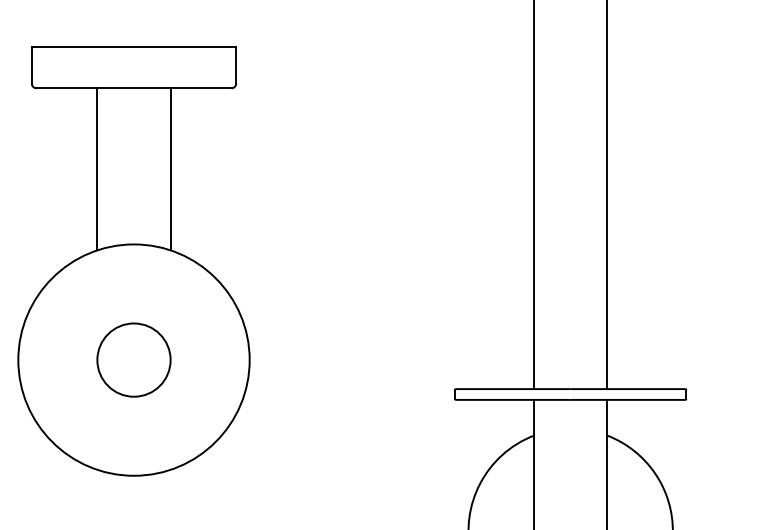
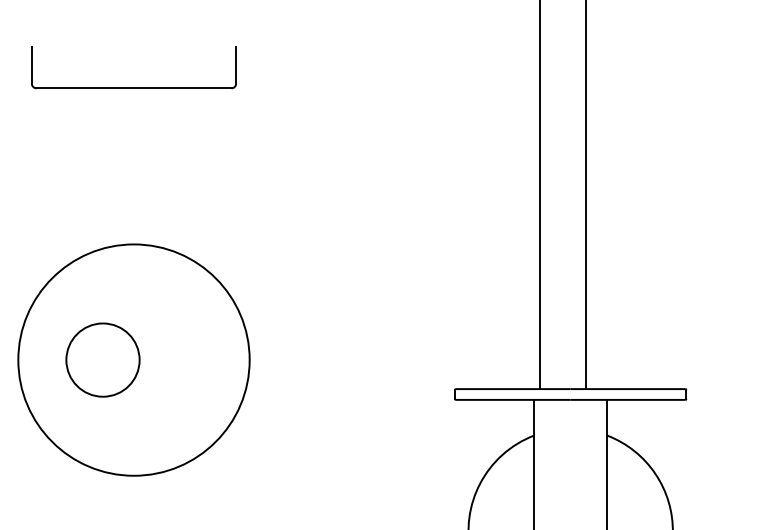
line at (133, 47): present -> none
line at (97, 169): present -> none
line at (170, 169): present -> none
line at (534, 195) position: (534, 195) -> (540, 195)
line at (607, 195) position: (607, 195) -> (586, 195)
circle at (133, 359) position: (133, 359) -> (102, 359)
